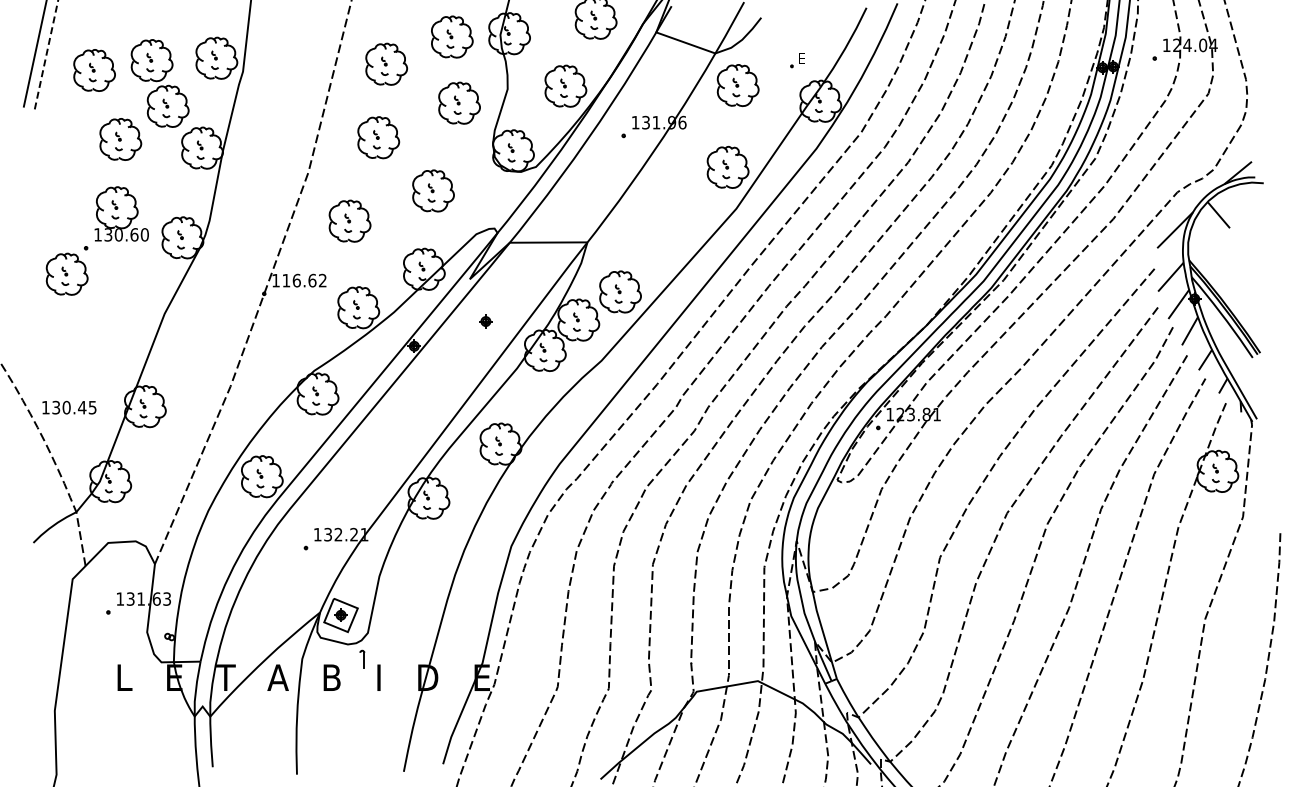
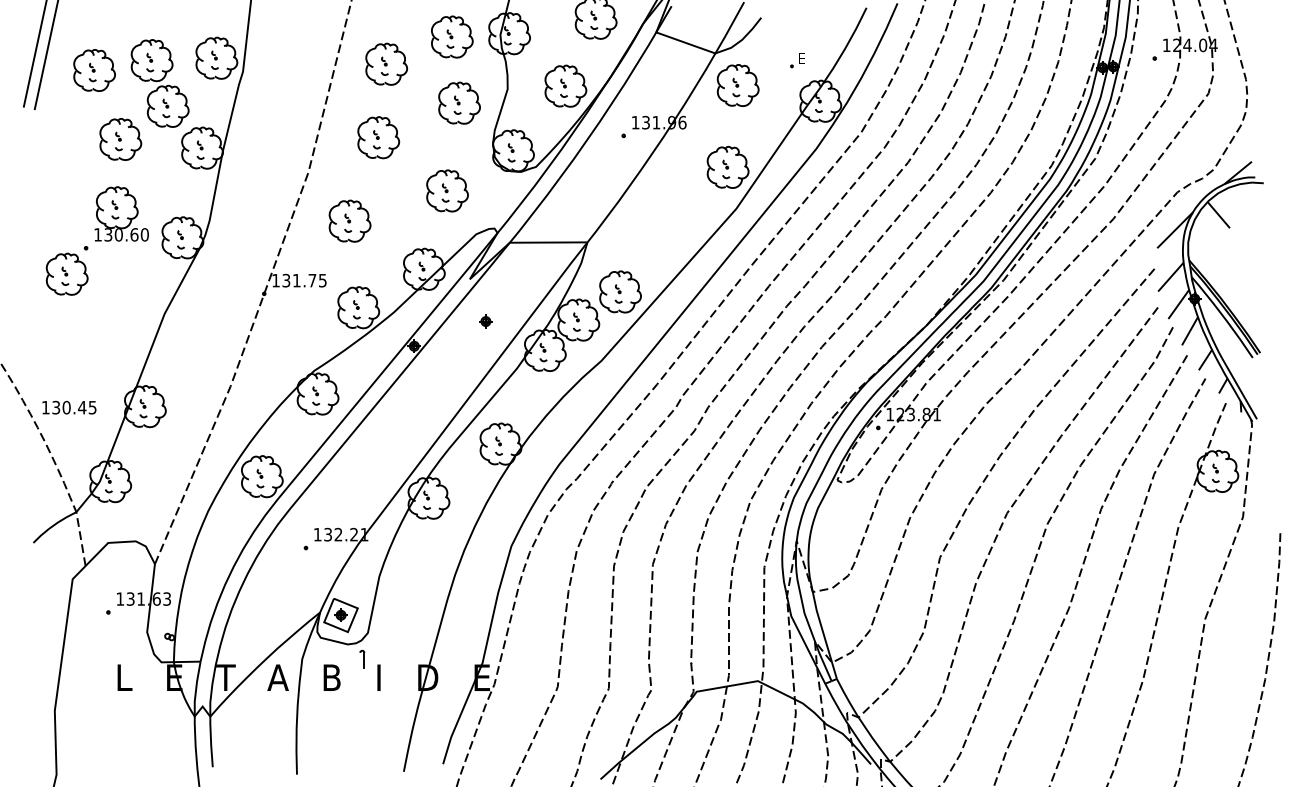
line at (46, 55): dashed -> solid
part at (433, 190) position: (433, 190) -> (447, 190)
text at (304, 280): 116.62 -> 131.75
